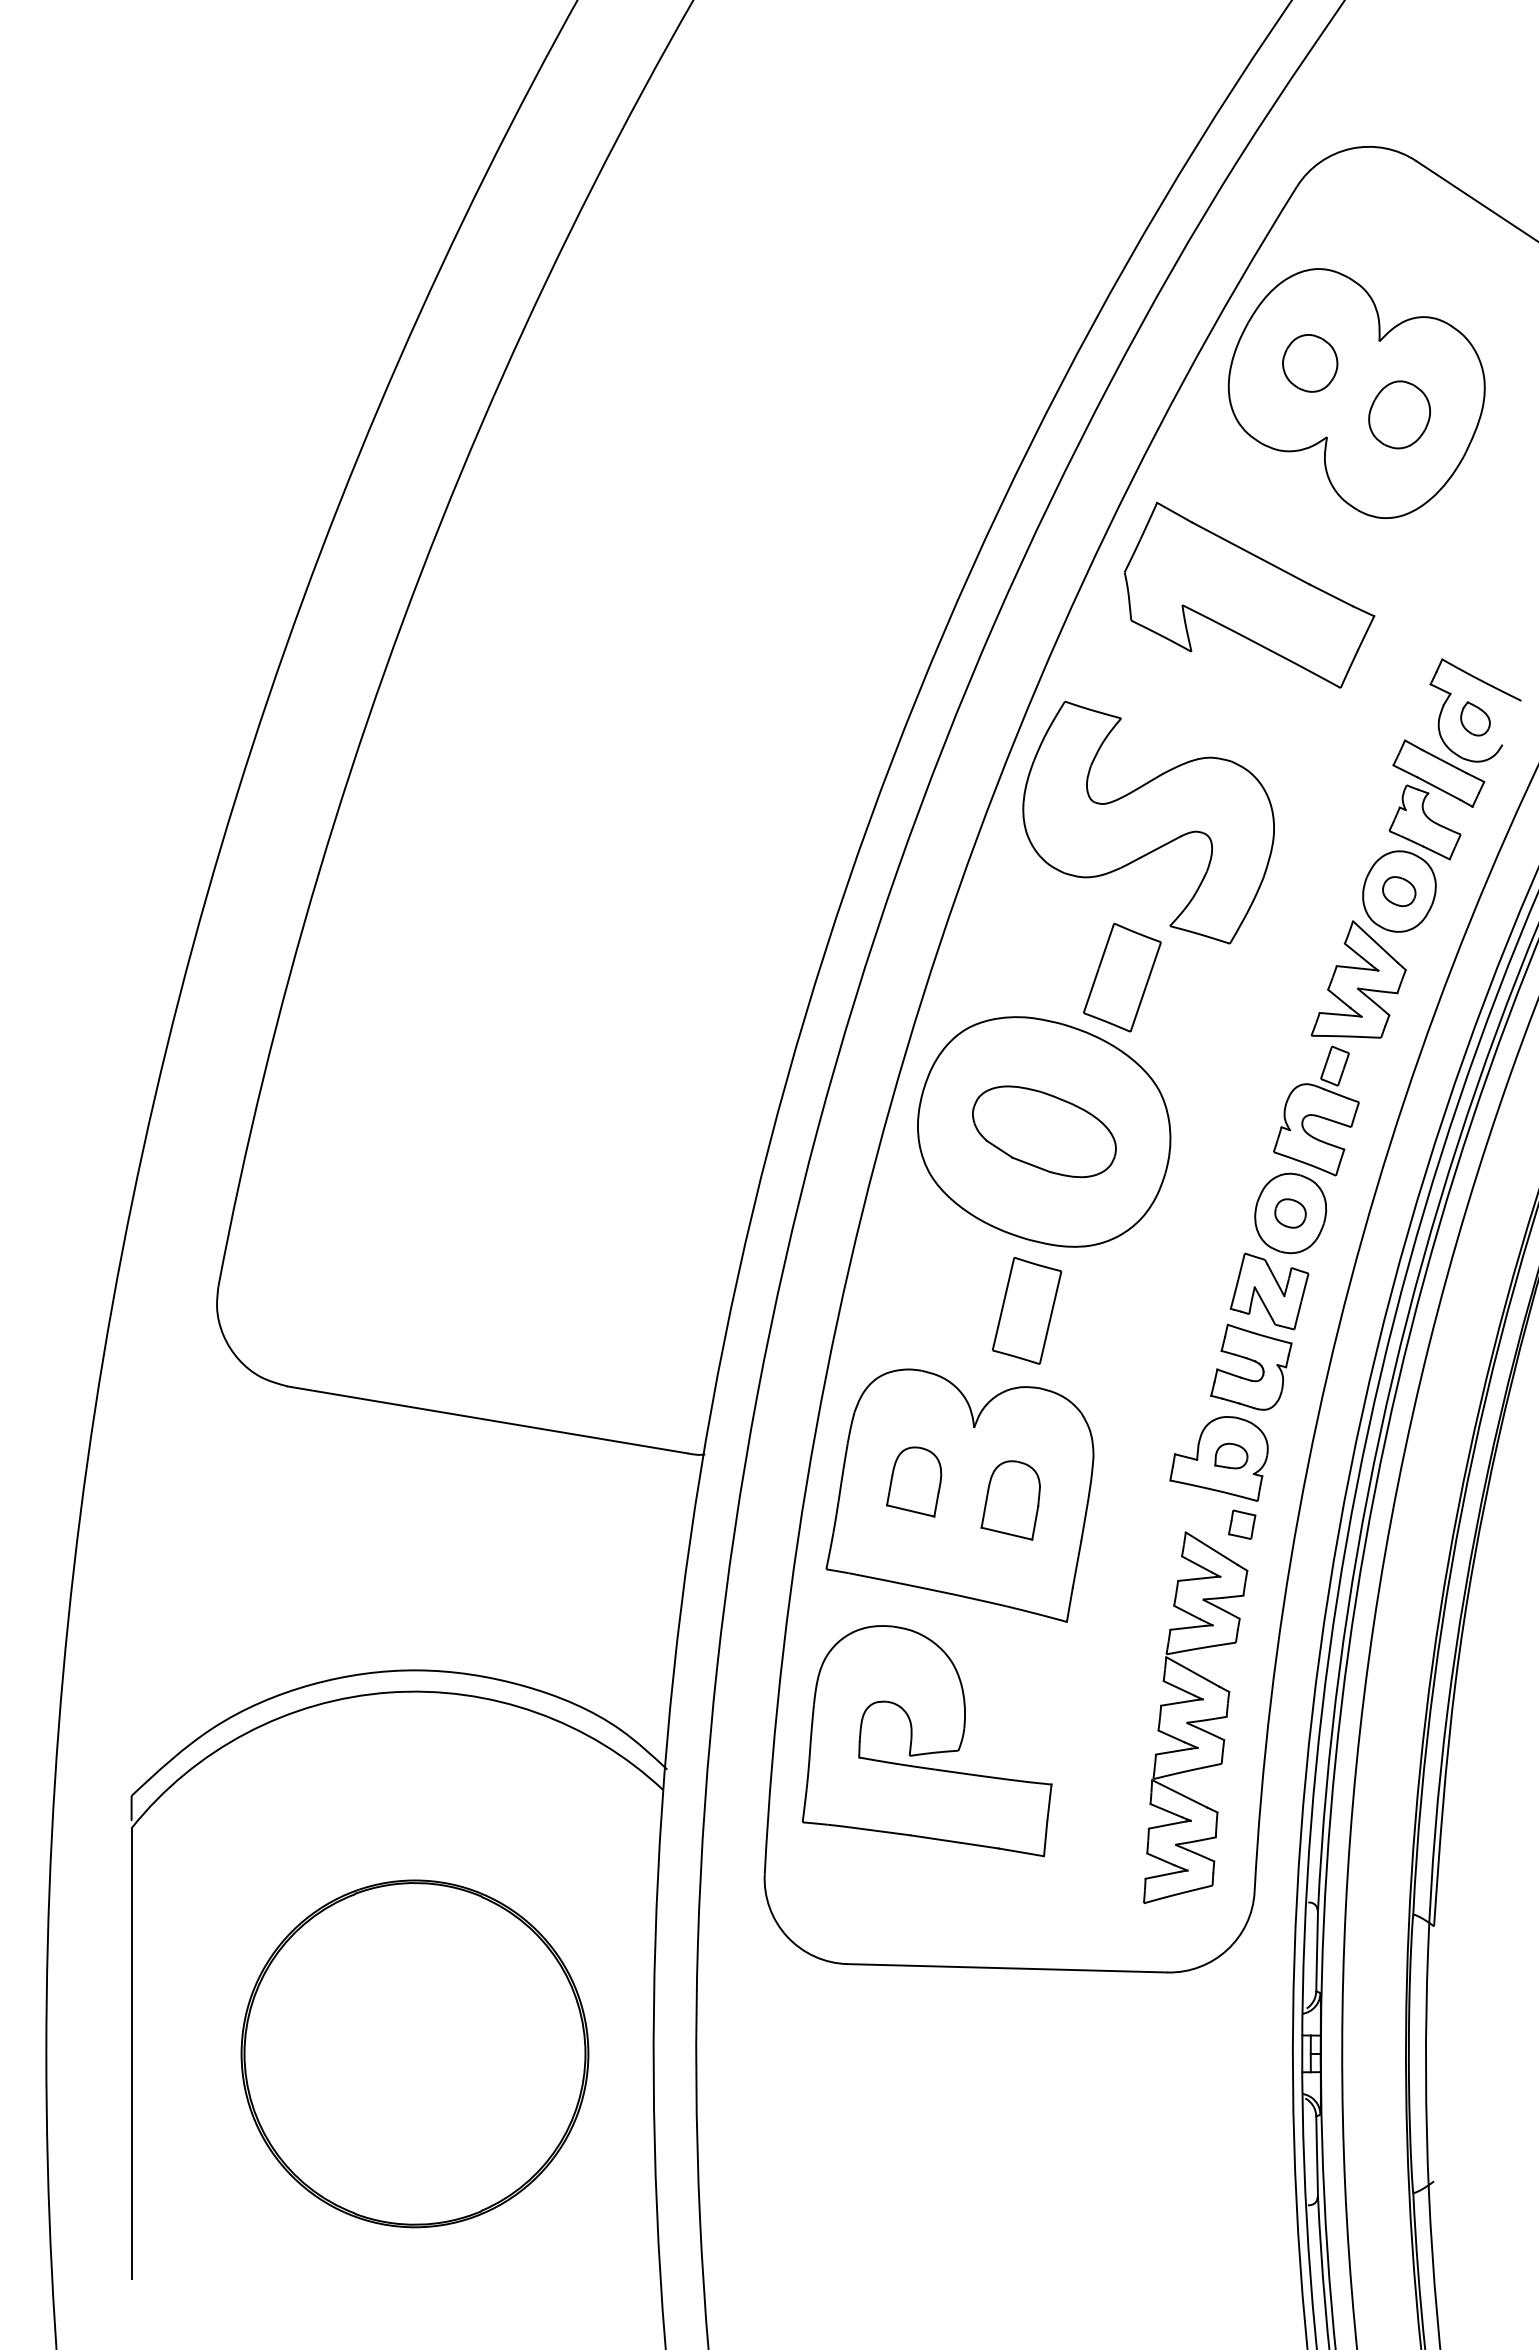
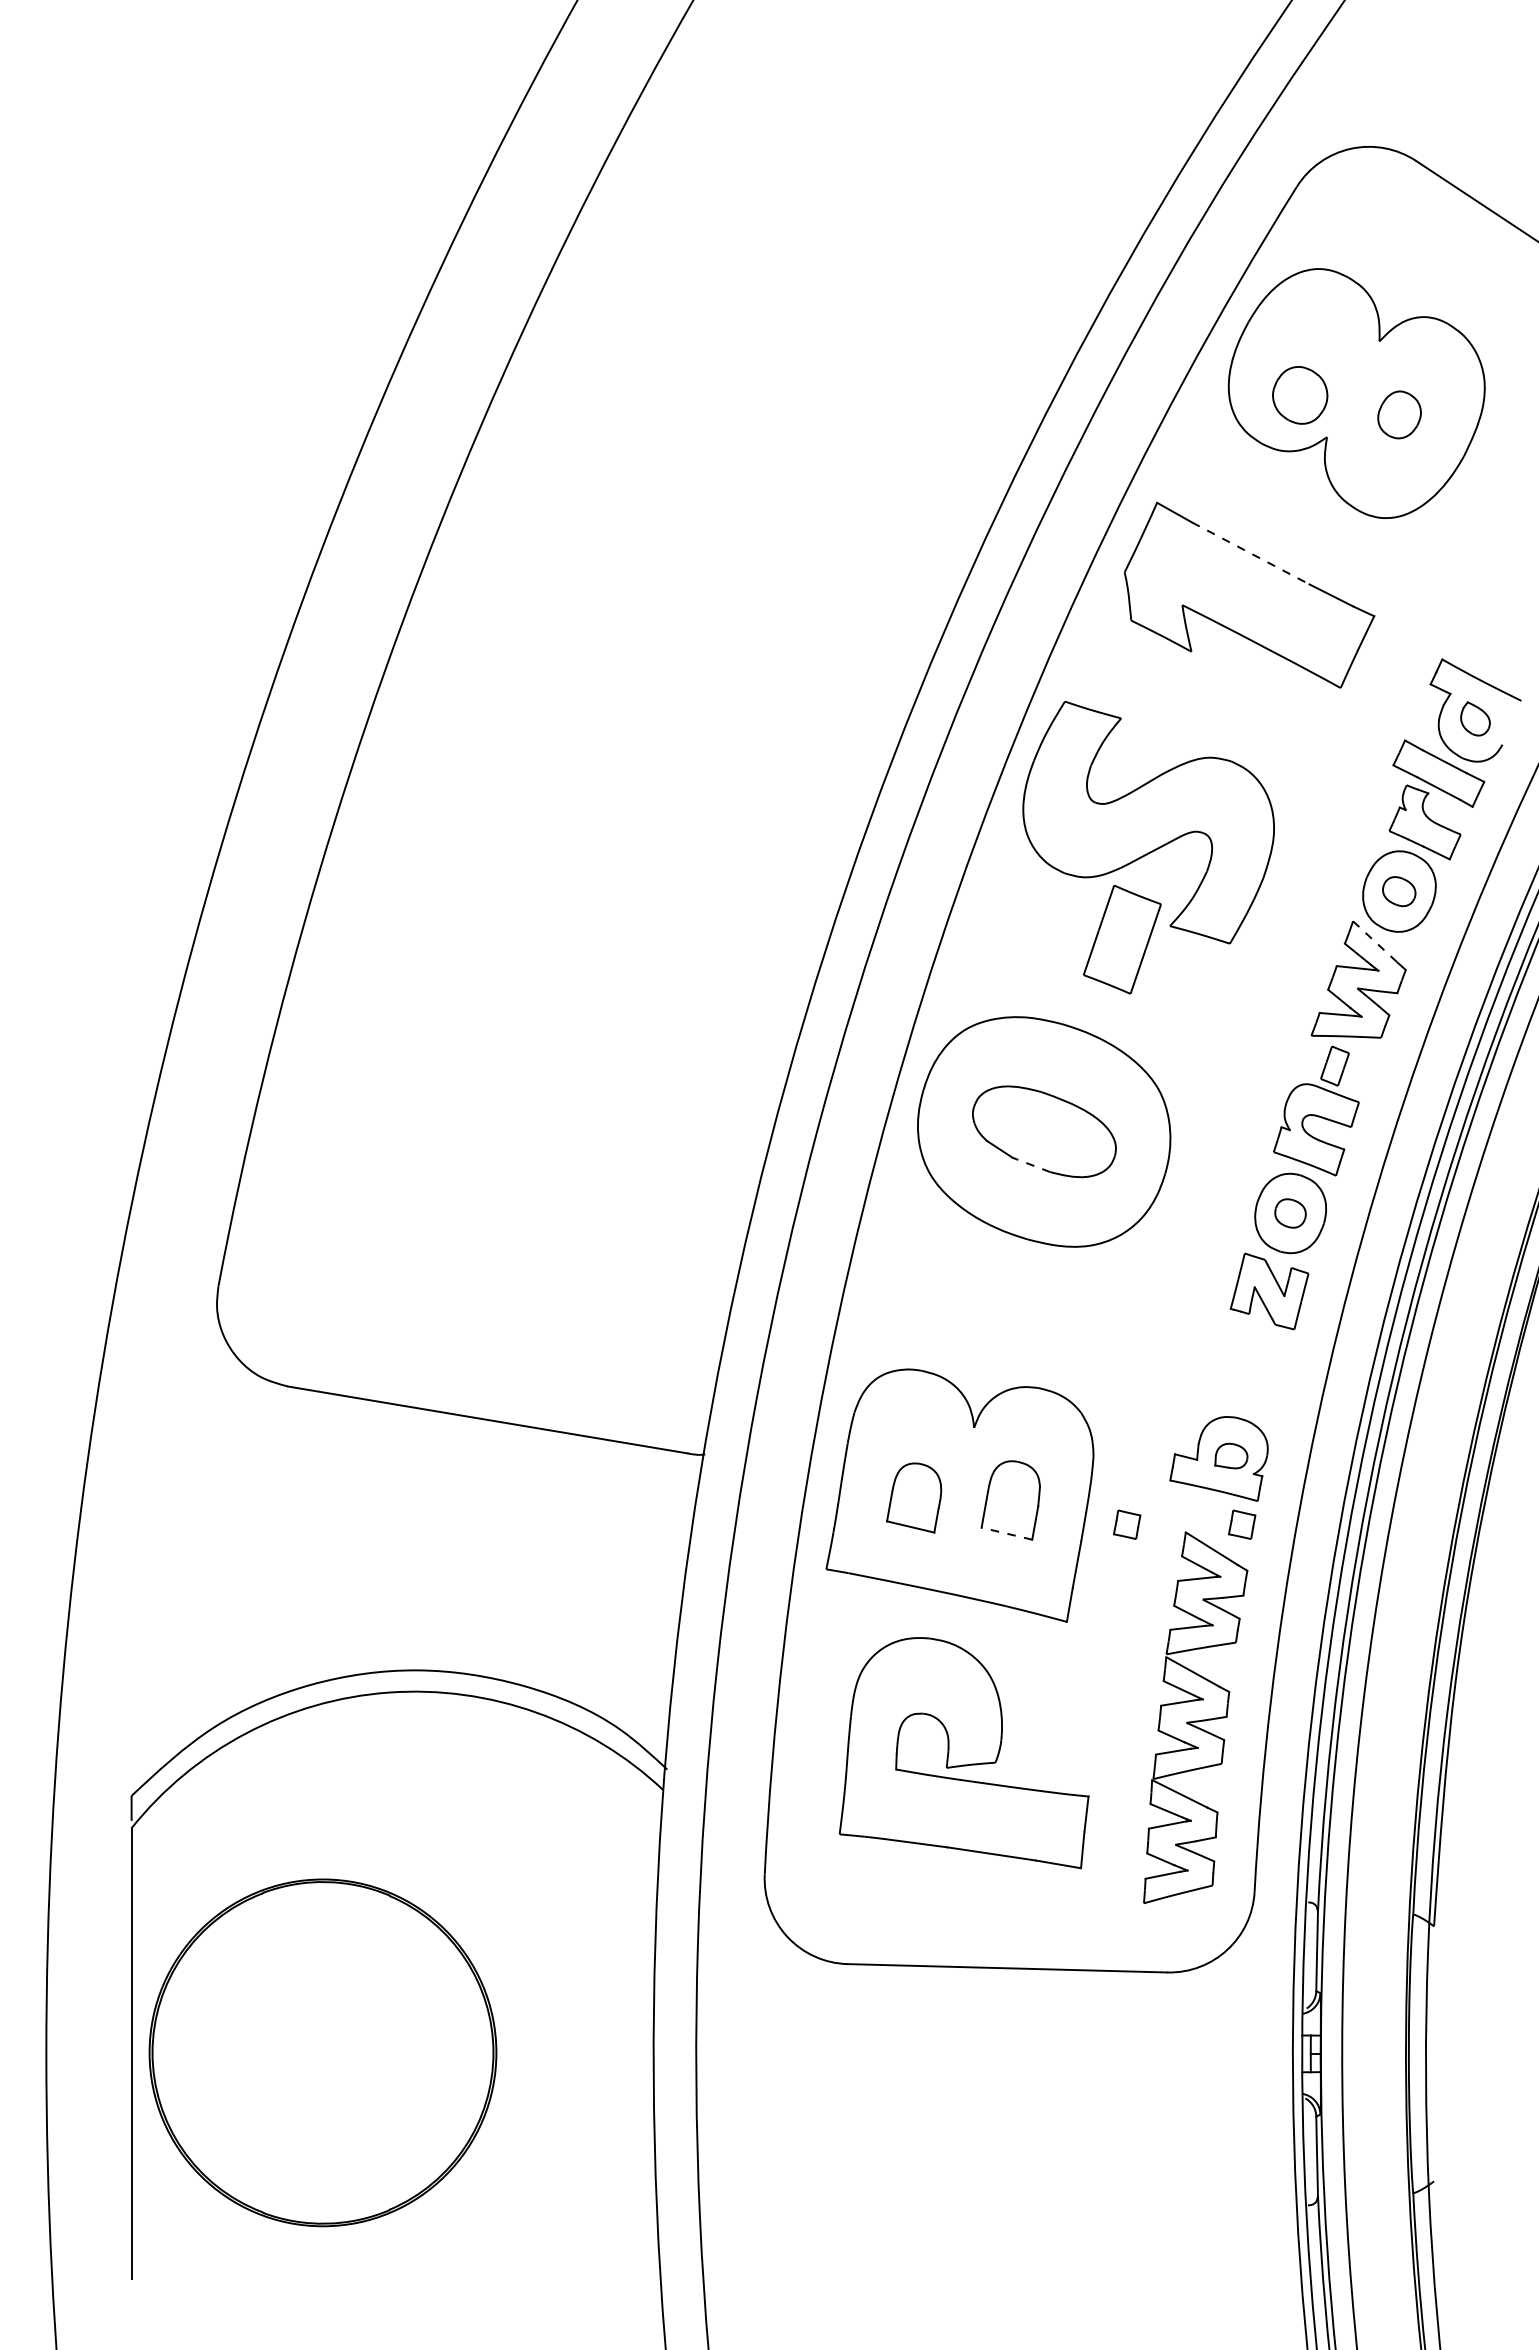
part at (1310, 363) position: (1310, 363) -> (1300, 395)
part at (1399, 414) size: 63x70 px -> 45x50 px
line at (1251, 553): solid -> dashed
line at (1375, 942): solid -> dashed
part at (1122, 977) position: (1122, 977) -> (1122, 939)
line at (1031, 1164): solid -> dashed
part at (1027, 1310): present -> none
part at (1251, 1366): present -> none
part at (914, 1481) position: (914, 1481) -> (914, 1497)
part at (1127, 1524): none -> present
line at (1006, 1533): solid -> dashed
part at (926, 1741) position: (926, 1741) -> (963, 1753)
part at (414, 2053) position: (414, 2053) -> (322, 2052)
